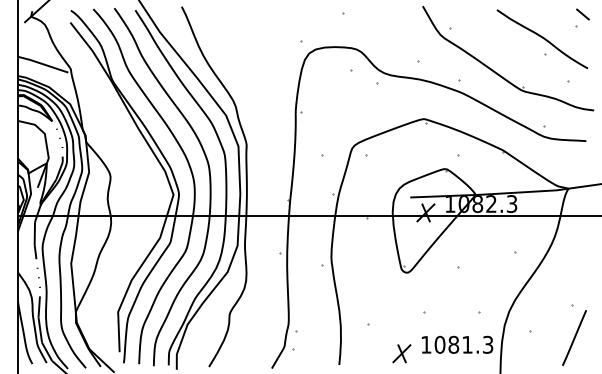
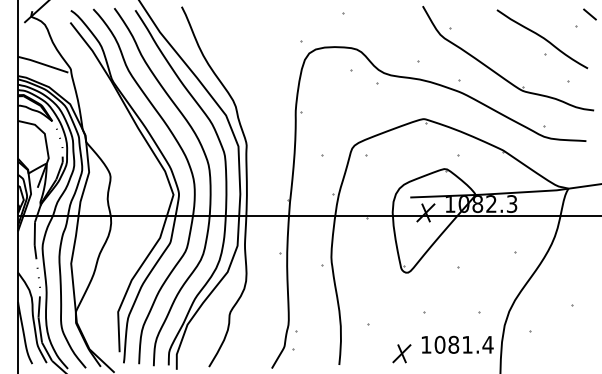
line at (582, 14) position: (582, 14) -> (589, 14)
line at (574, 337): present -> none
text at (487, 344): 1081.3 -> 1081.4
